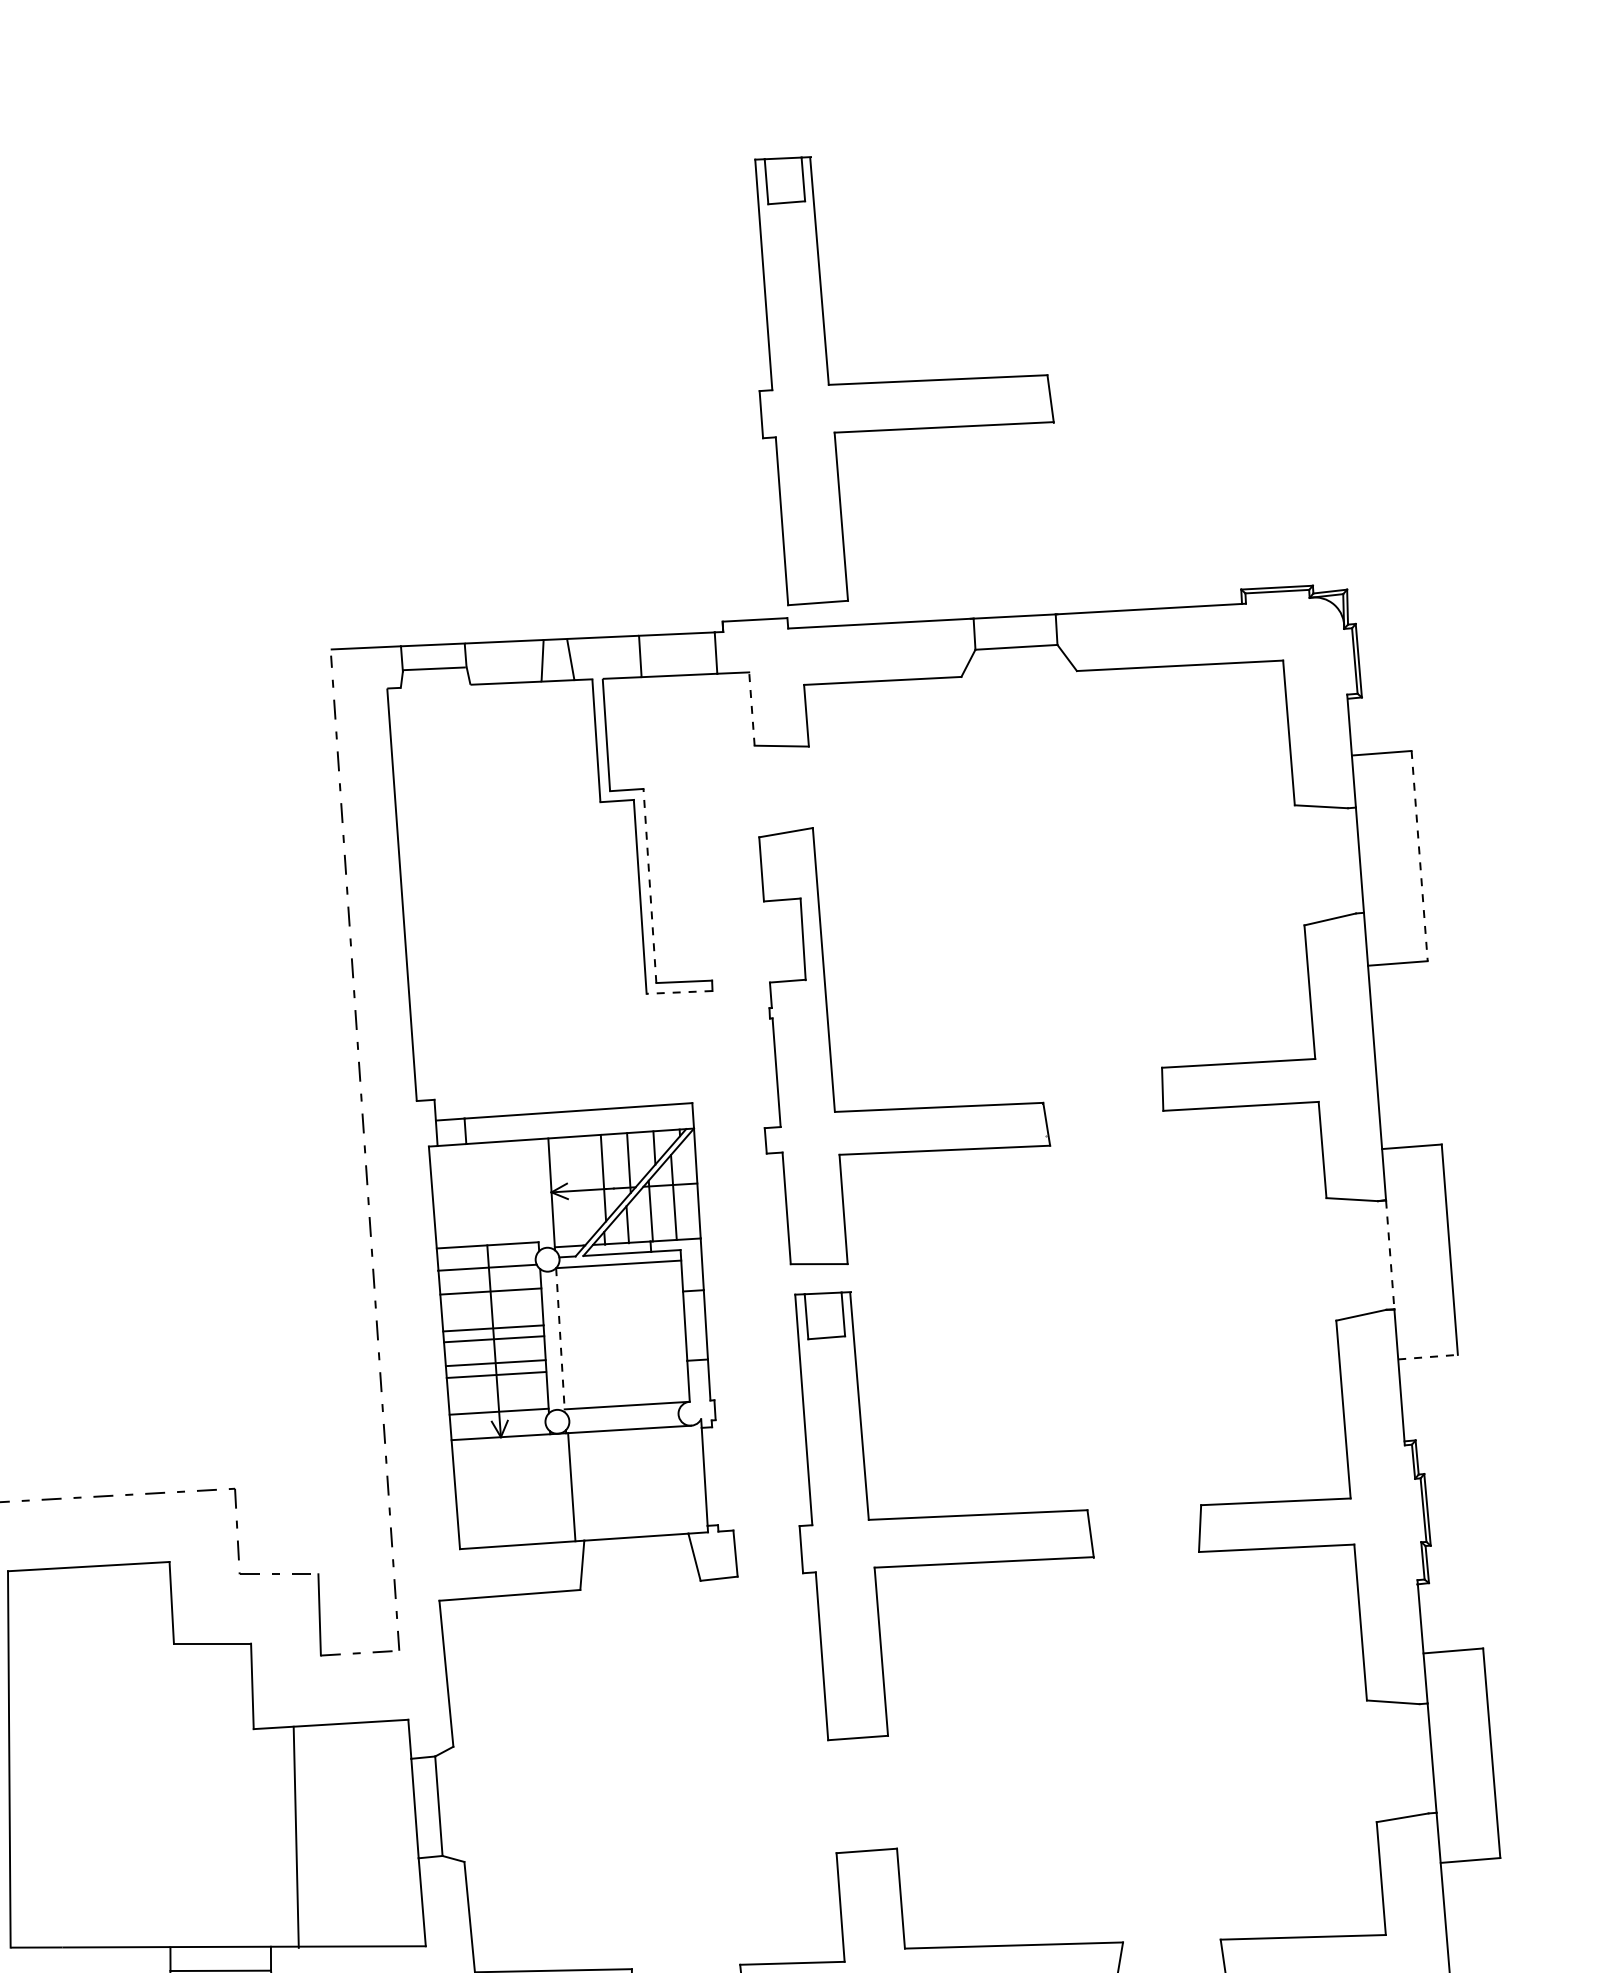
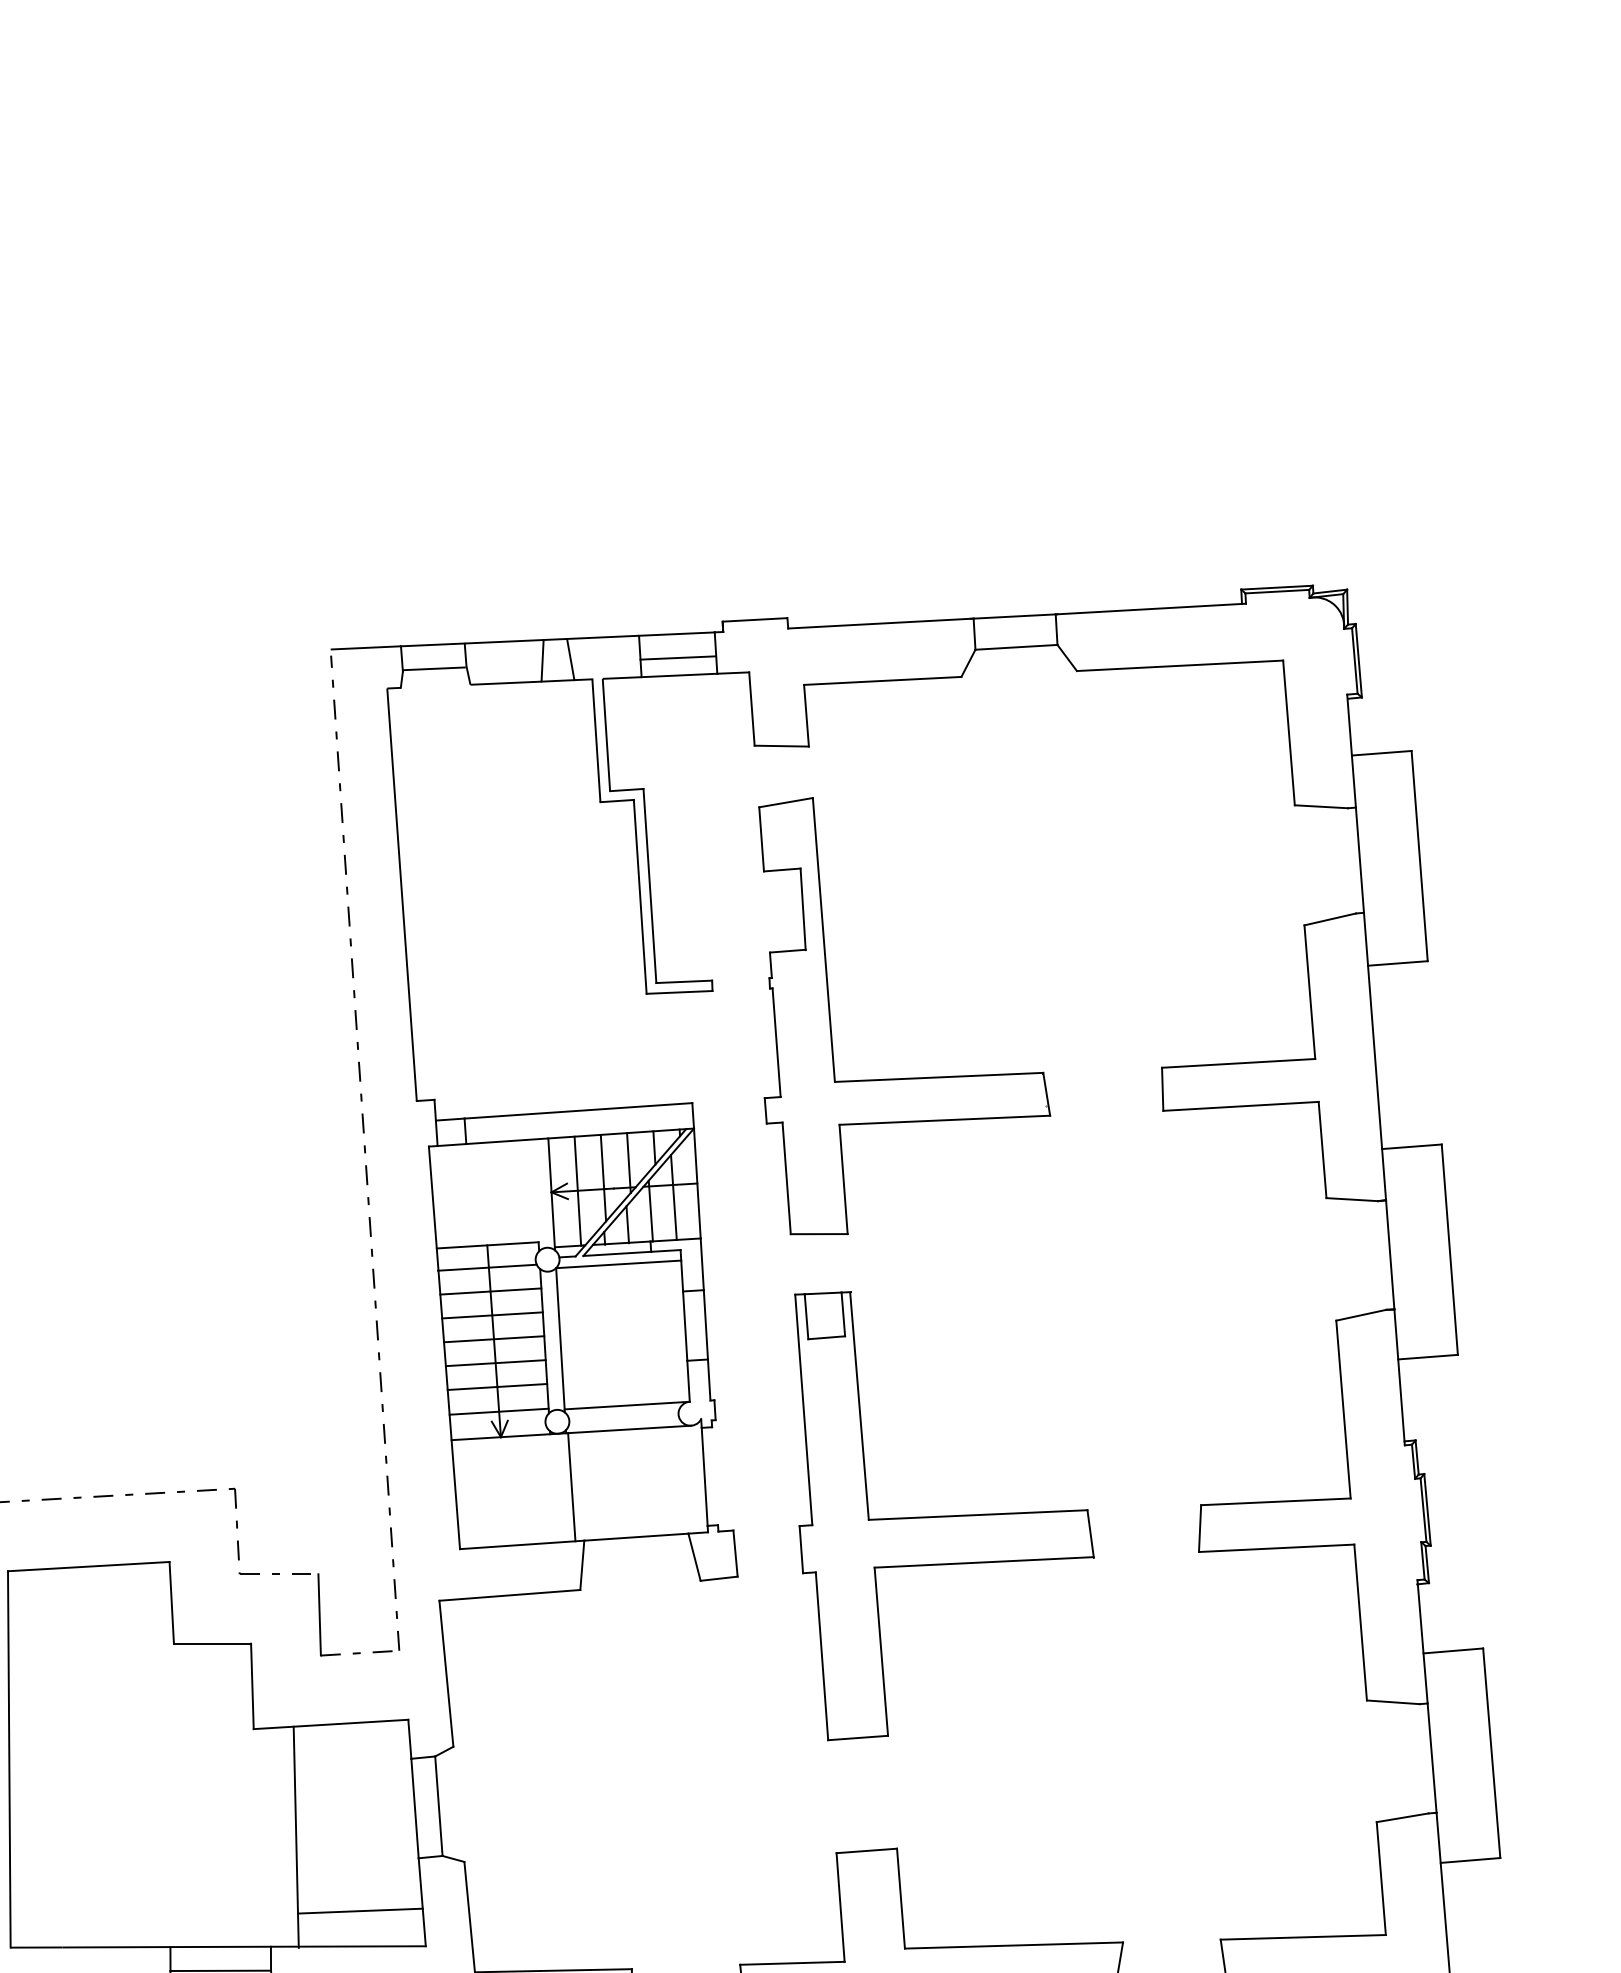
part at (904, 381): present -> none
line at (677, 657): none -> present
line at (751, 709): dashed -> solid
line at (1419, 856): dashed -> solid
line at (649, 885): dashed -> solid
line at (679, 992): dashed -> solid
part at (906, 1107) position: (906, 1107) -> (906, 1077)
line at (577, 1190): none -> present
line at (1390, 1255): dashed -> solid
line at (493, 1328) position: (493, 1328) -> (492, 1315)
line at (560, 1340): dashed -> solid
line at (1428, 1357): dashed -> solid
line at (496, 1374) position: (496, 1374) -> (497, 1386)
line at (360, 1910): none -> present
